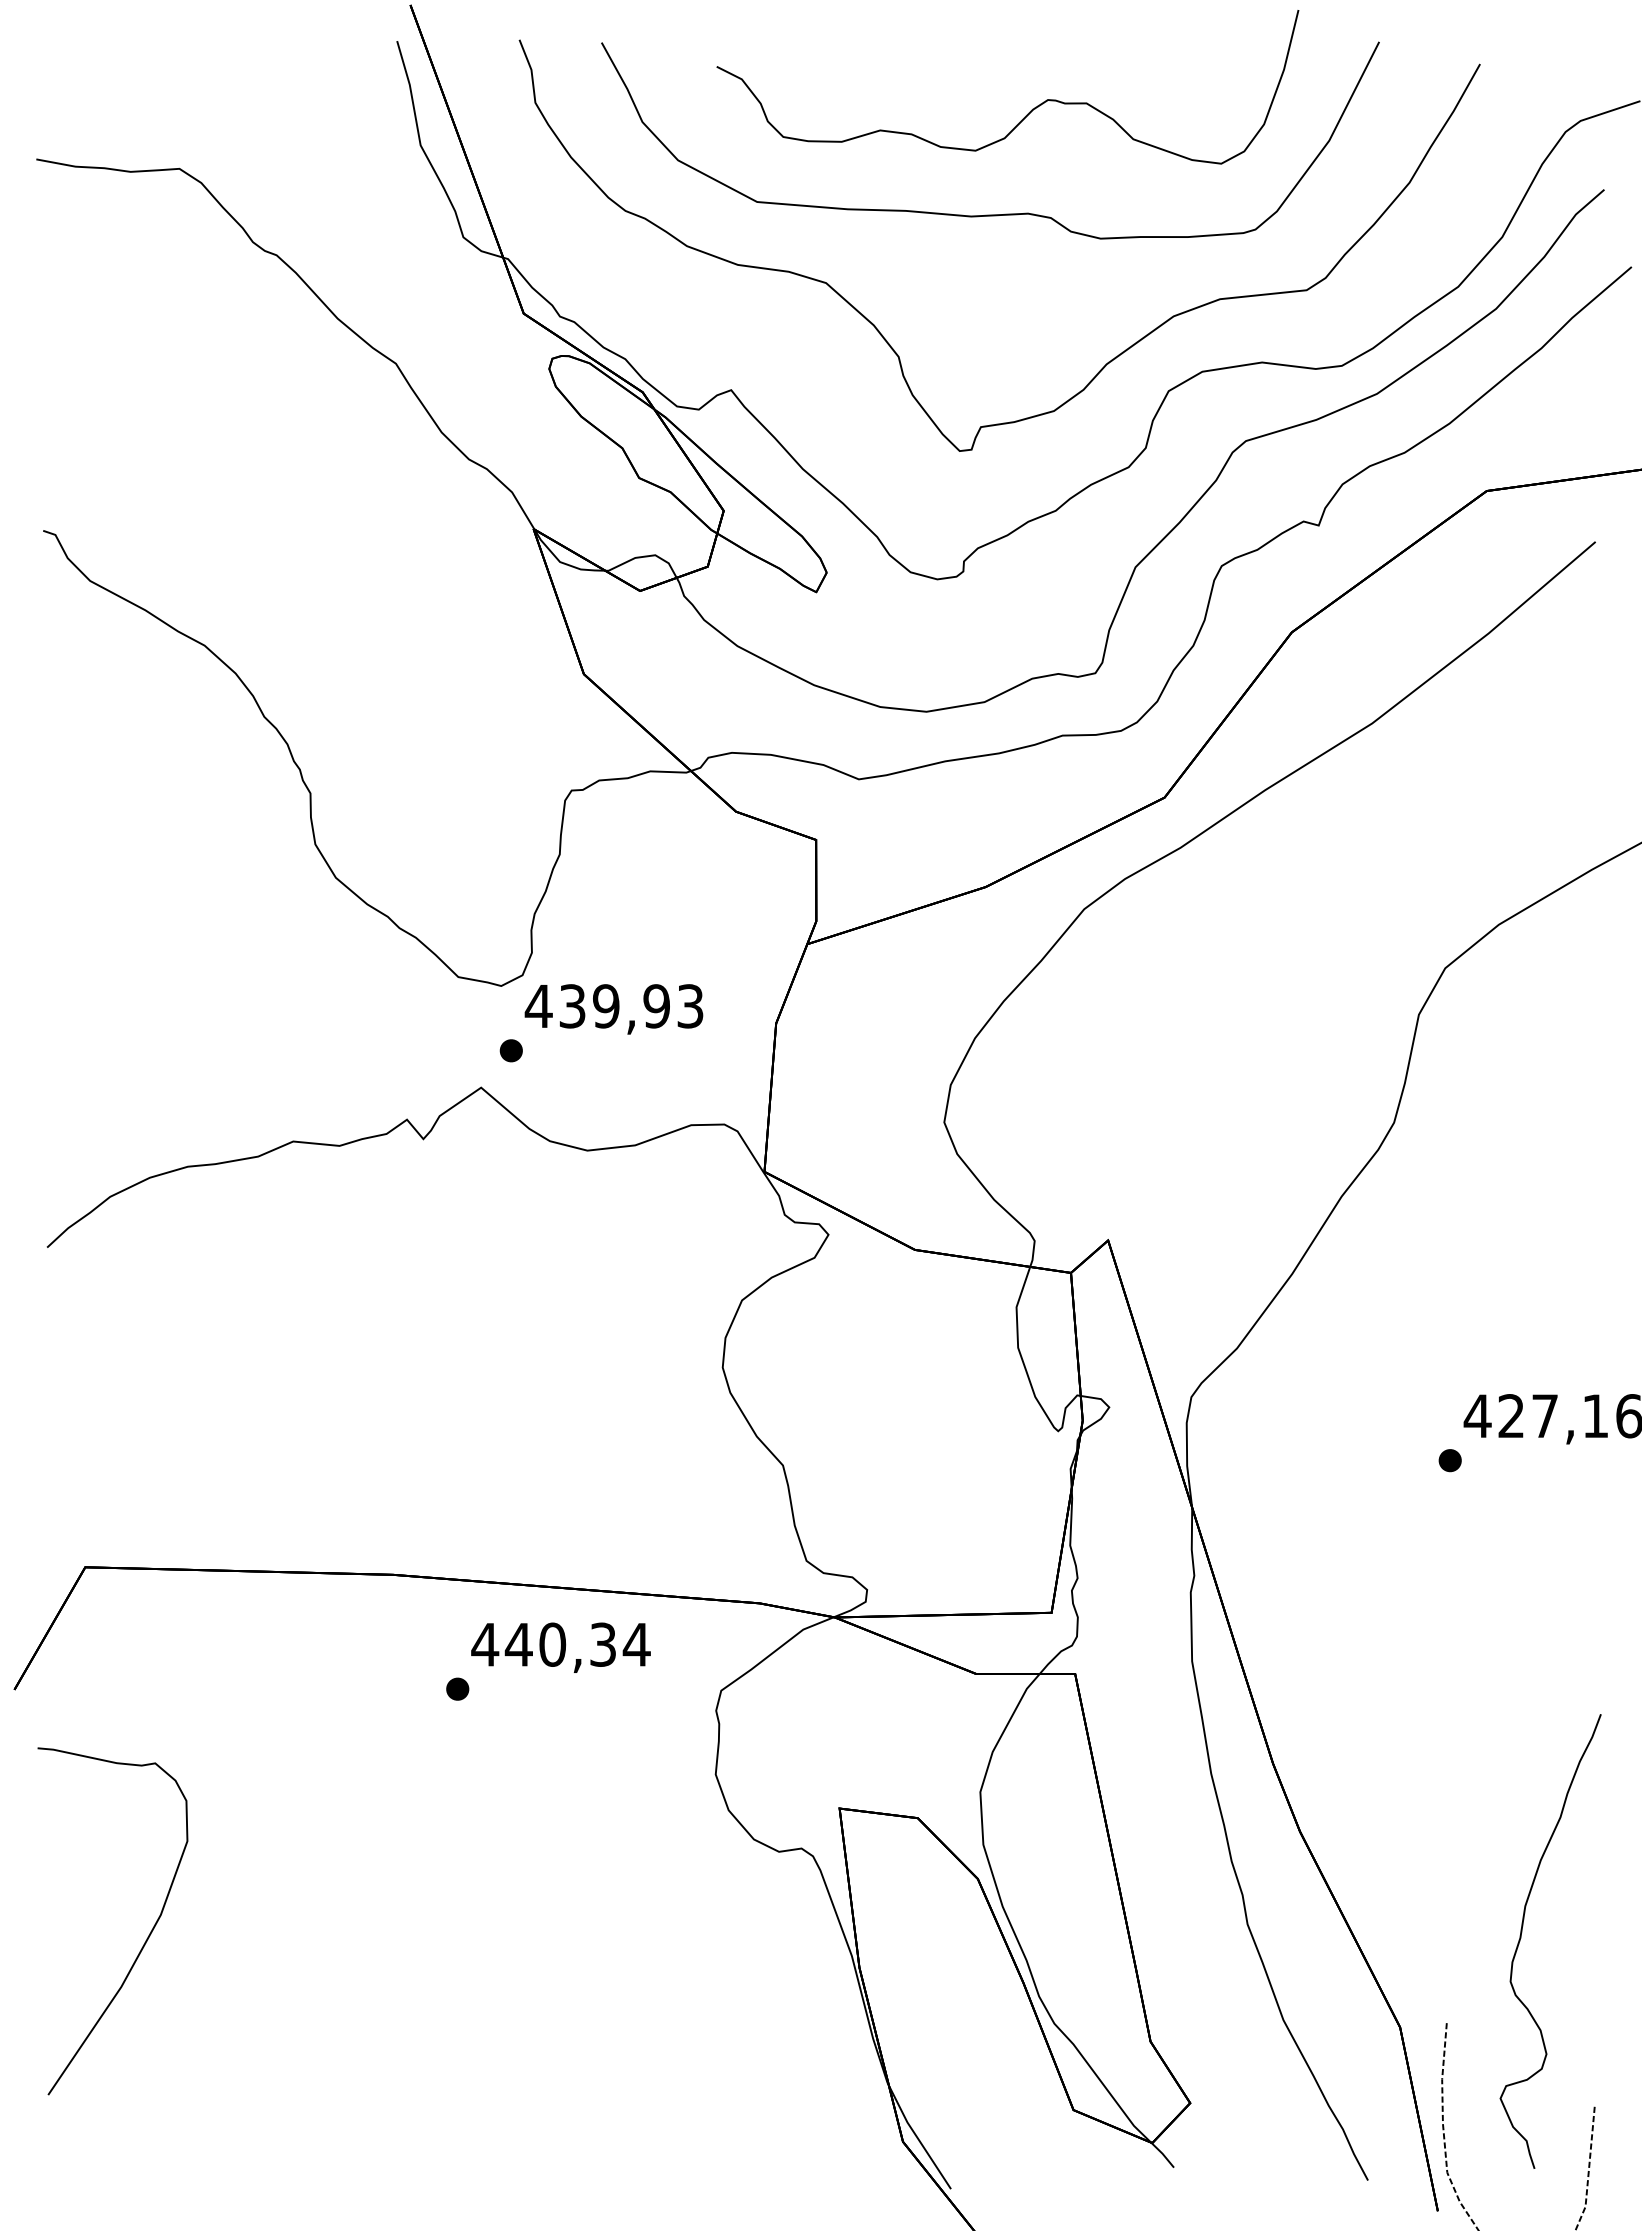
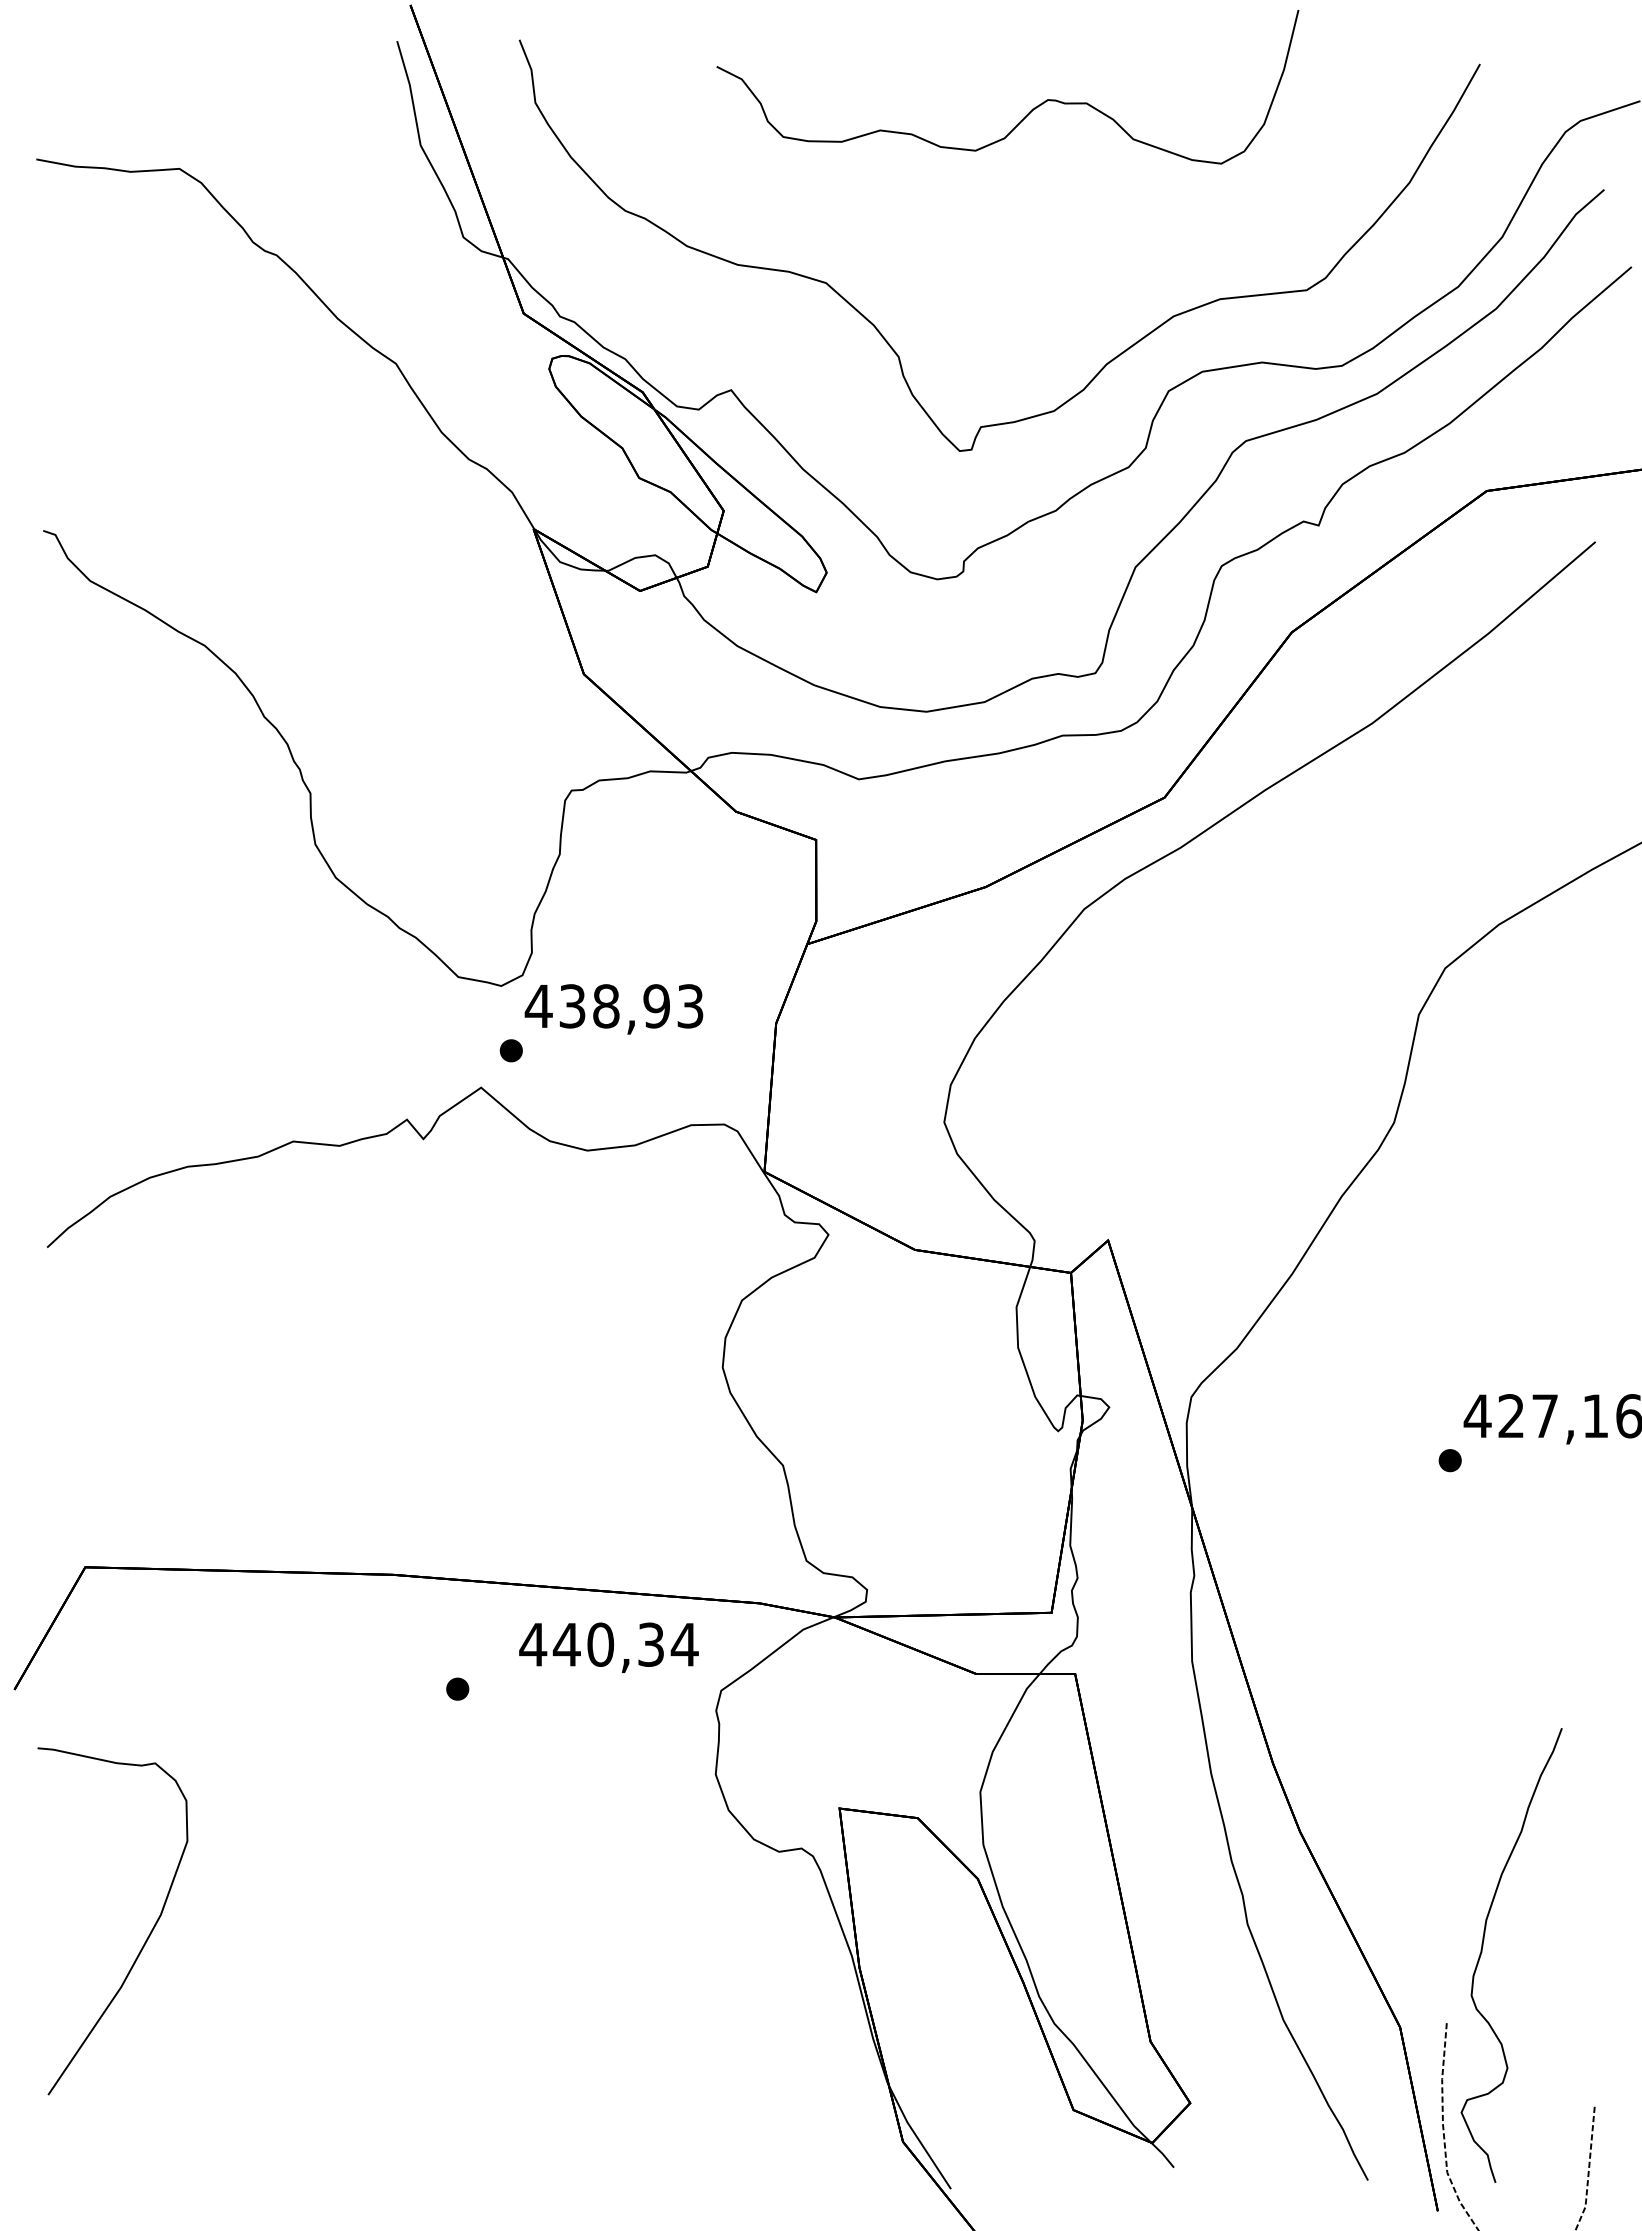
curve at (990, 214): present -> none
text at (606, 1006): 439,93 -> 438,93
text at (560, 1647) position: (560, 1647) -> (608, 1647)
curve at (1521, 1938) position: (1521, 1938) -> (1482, 1952)
